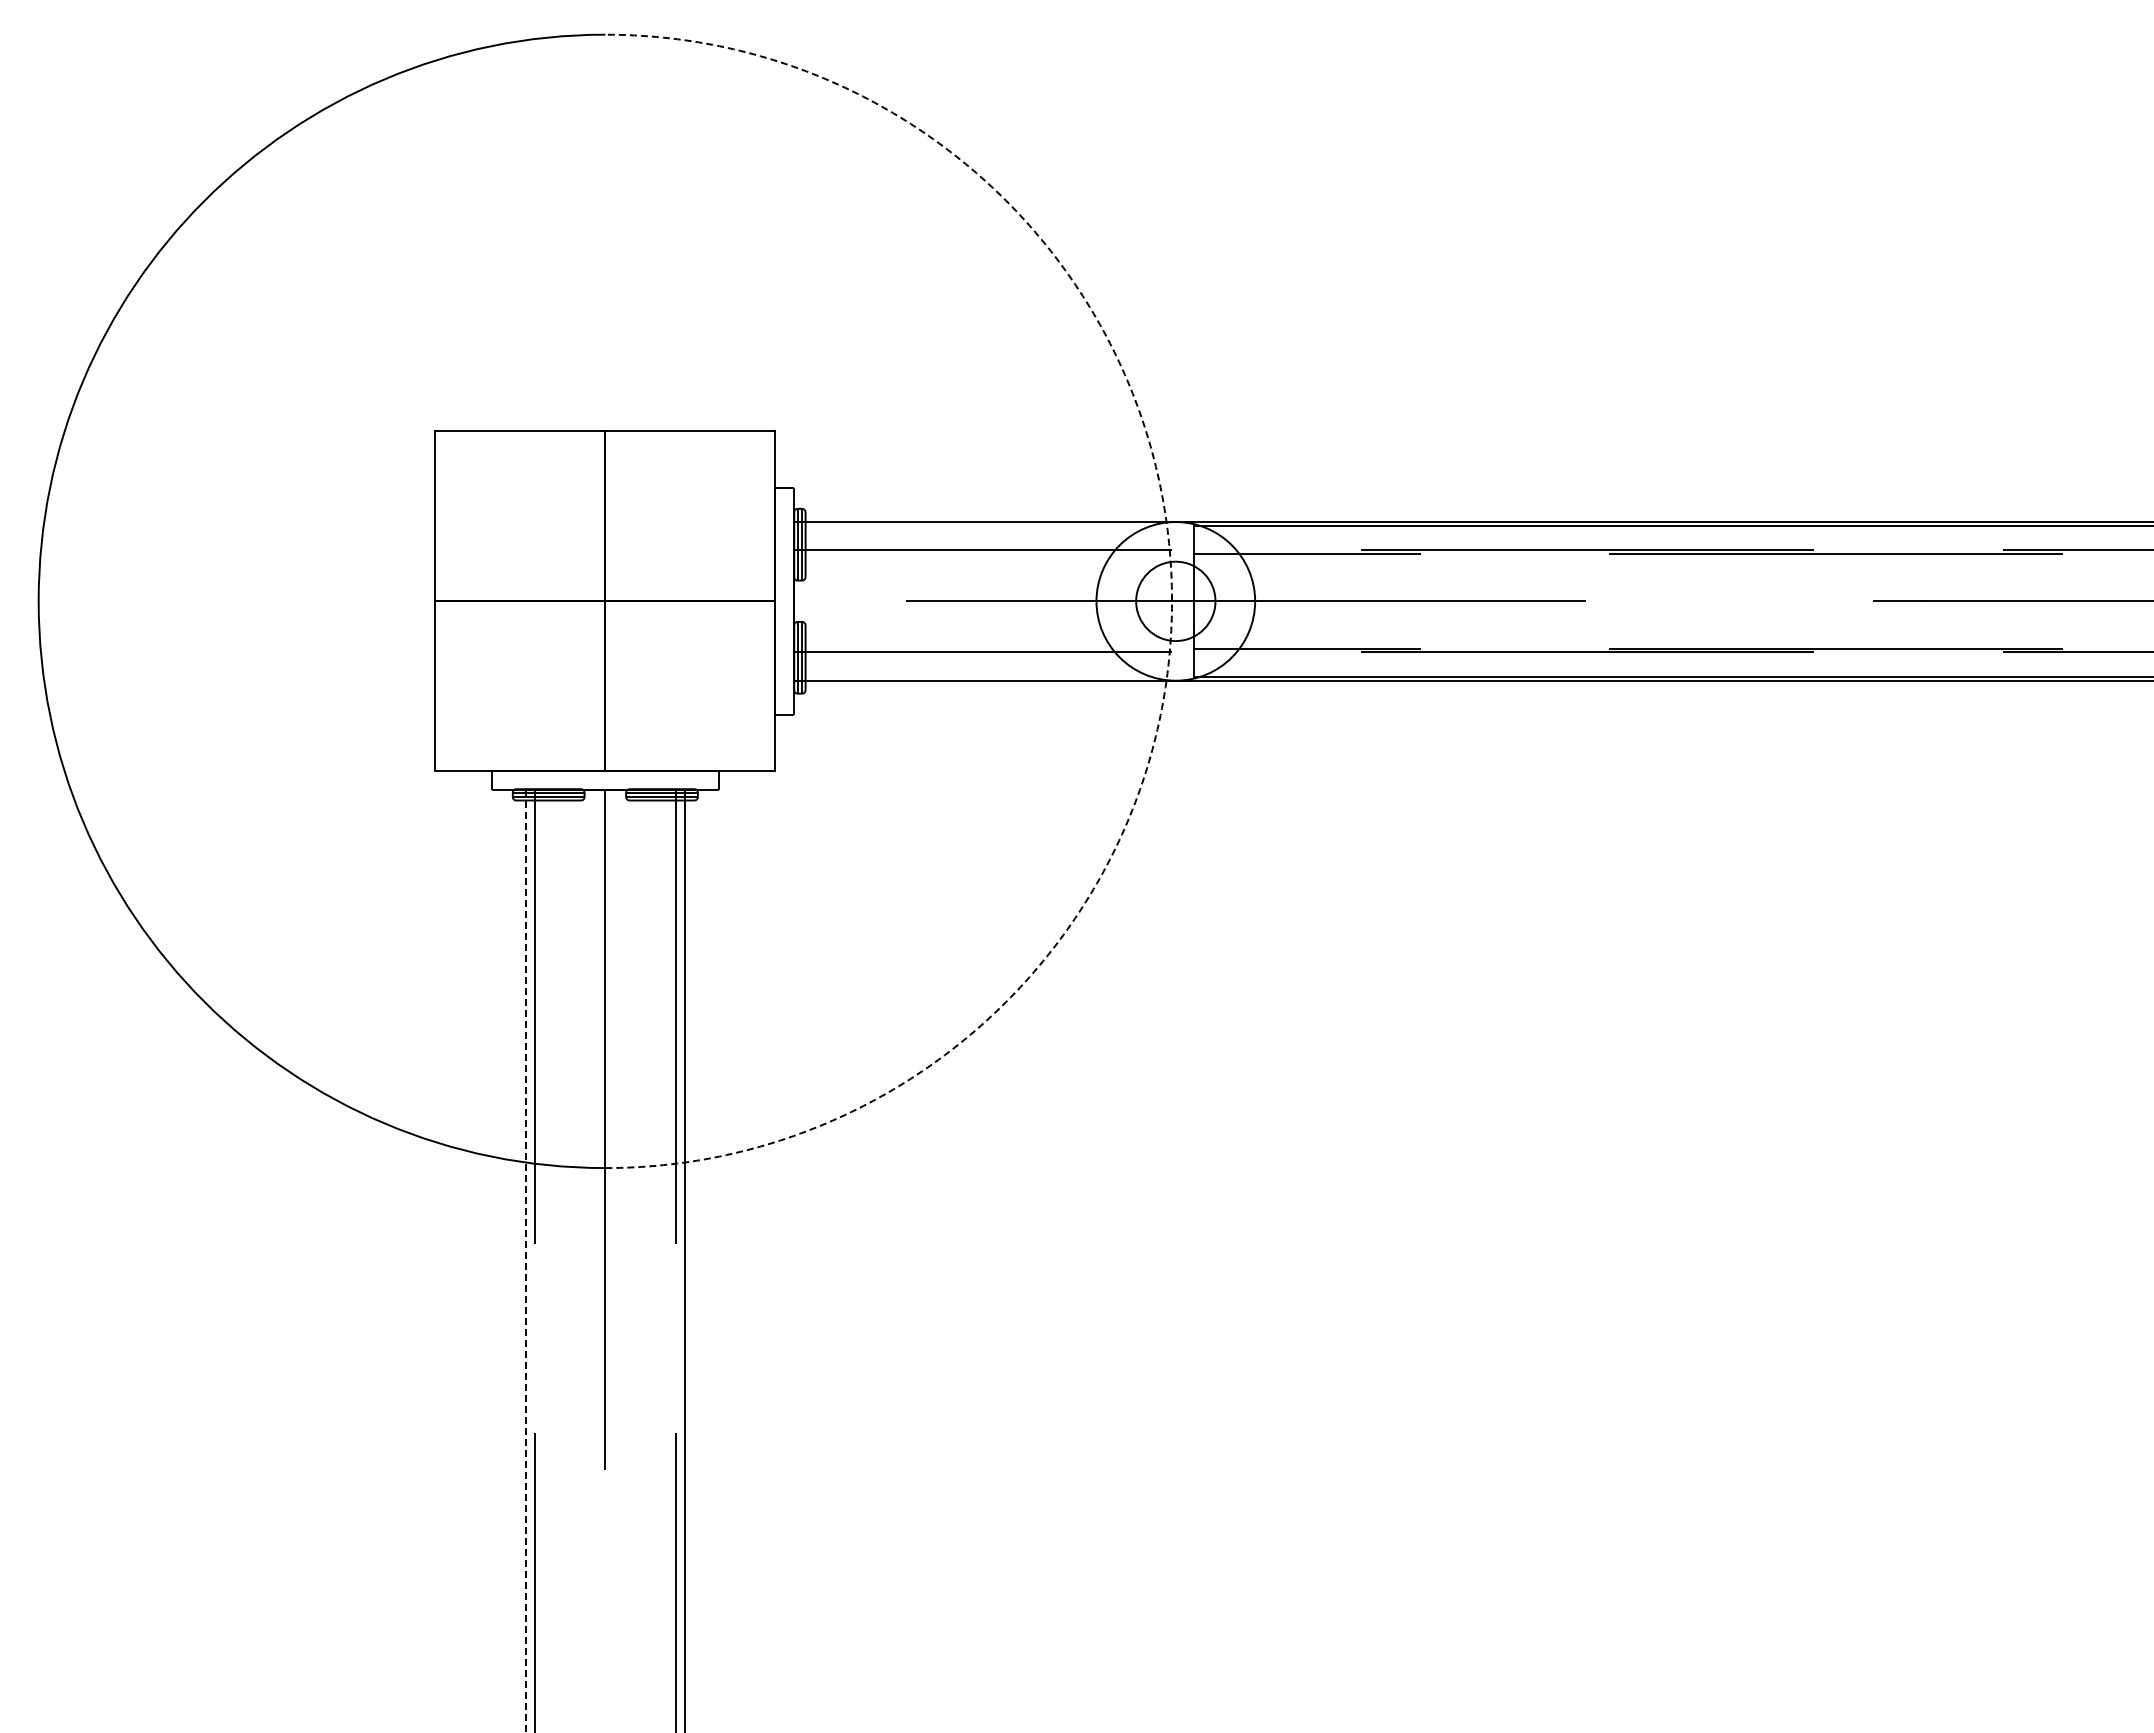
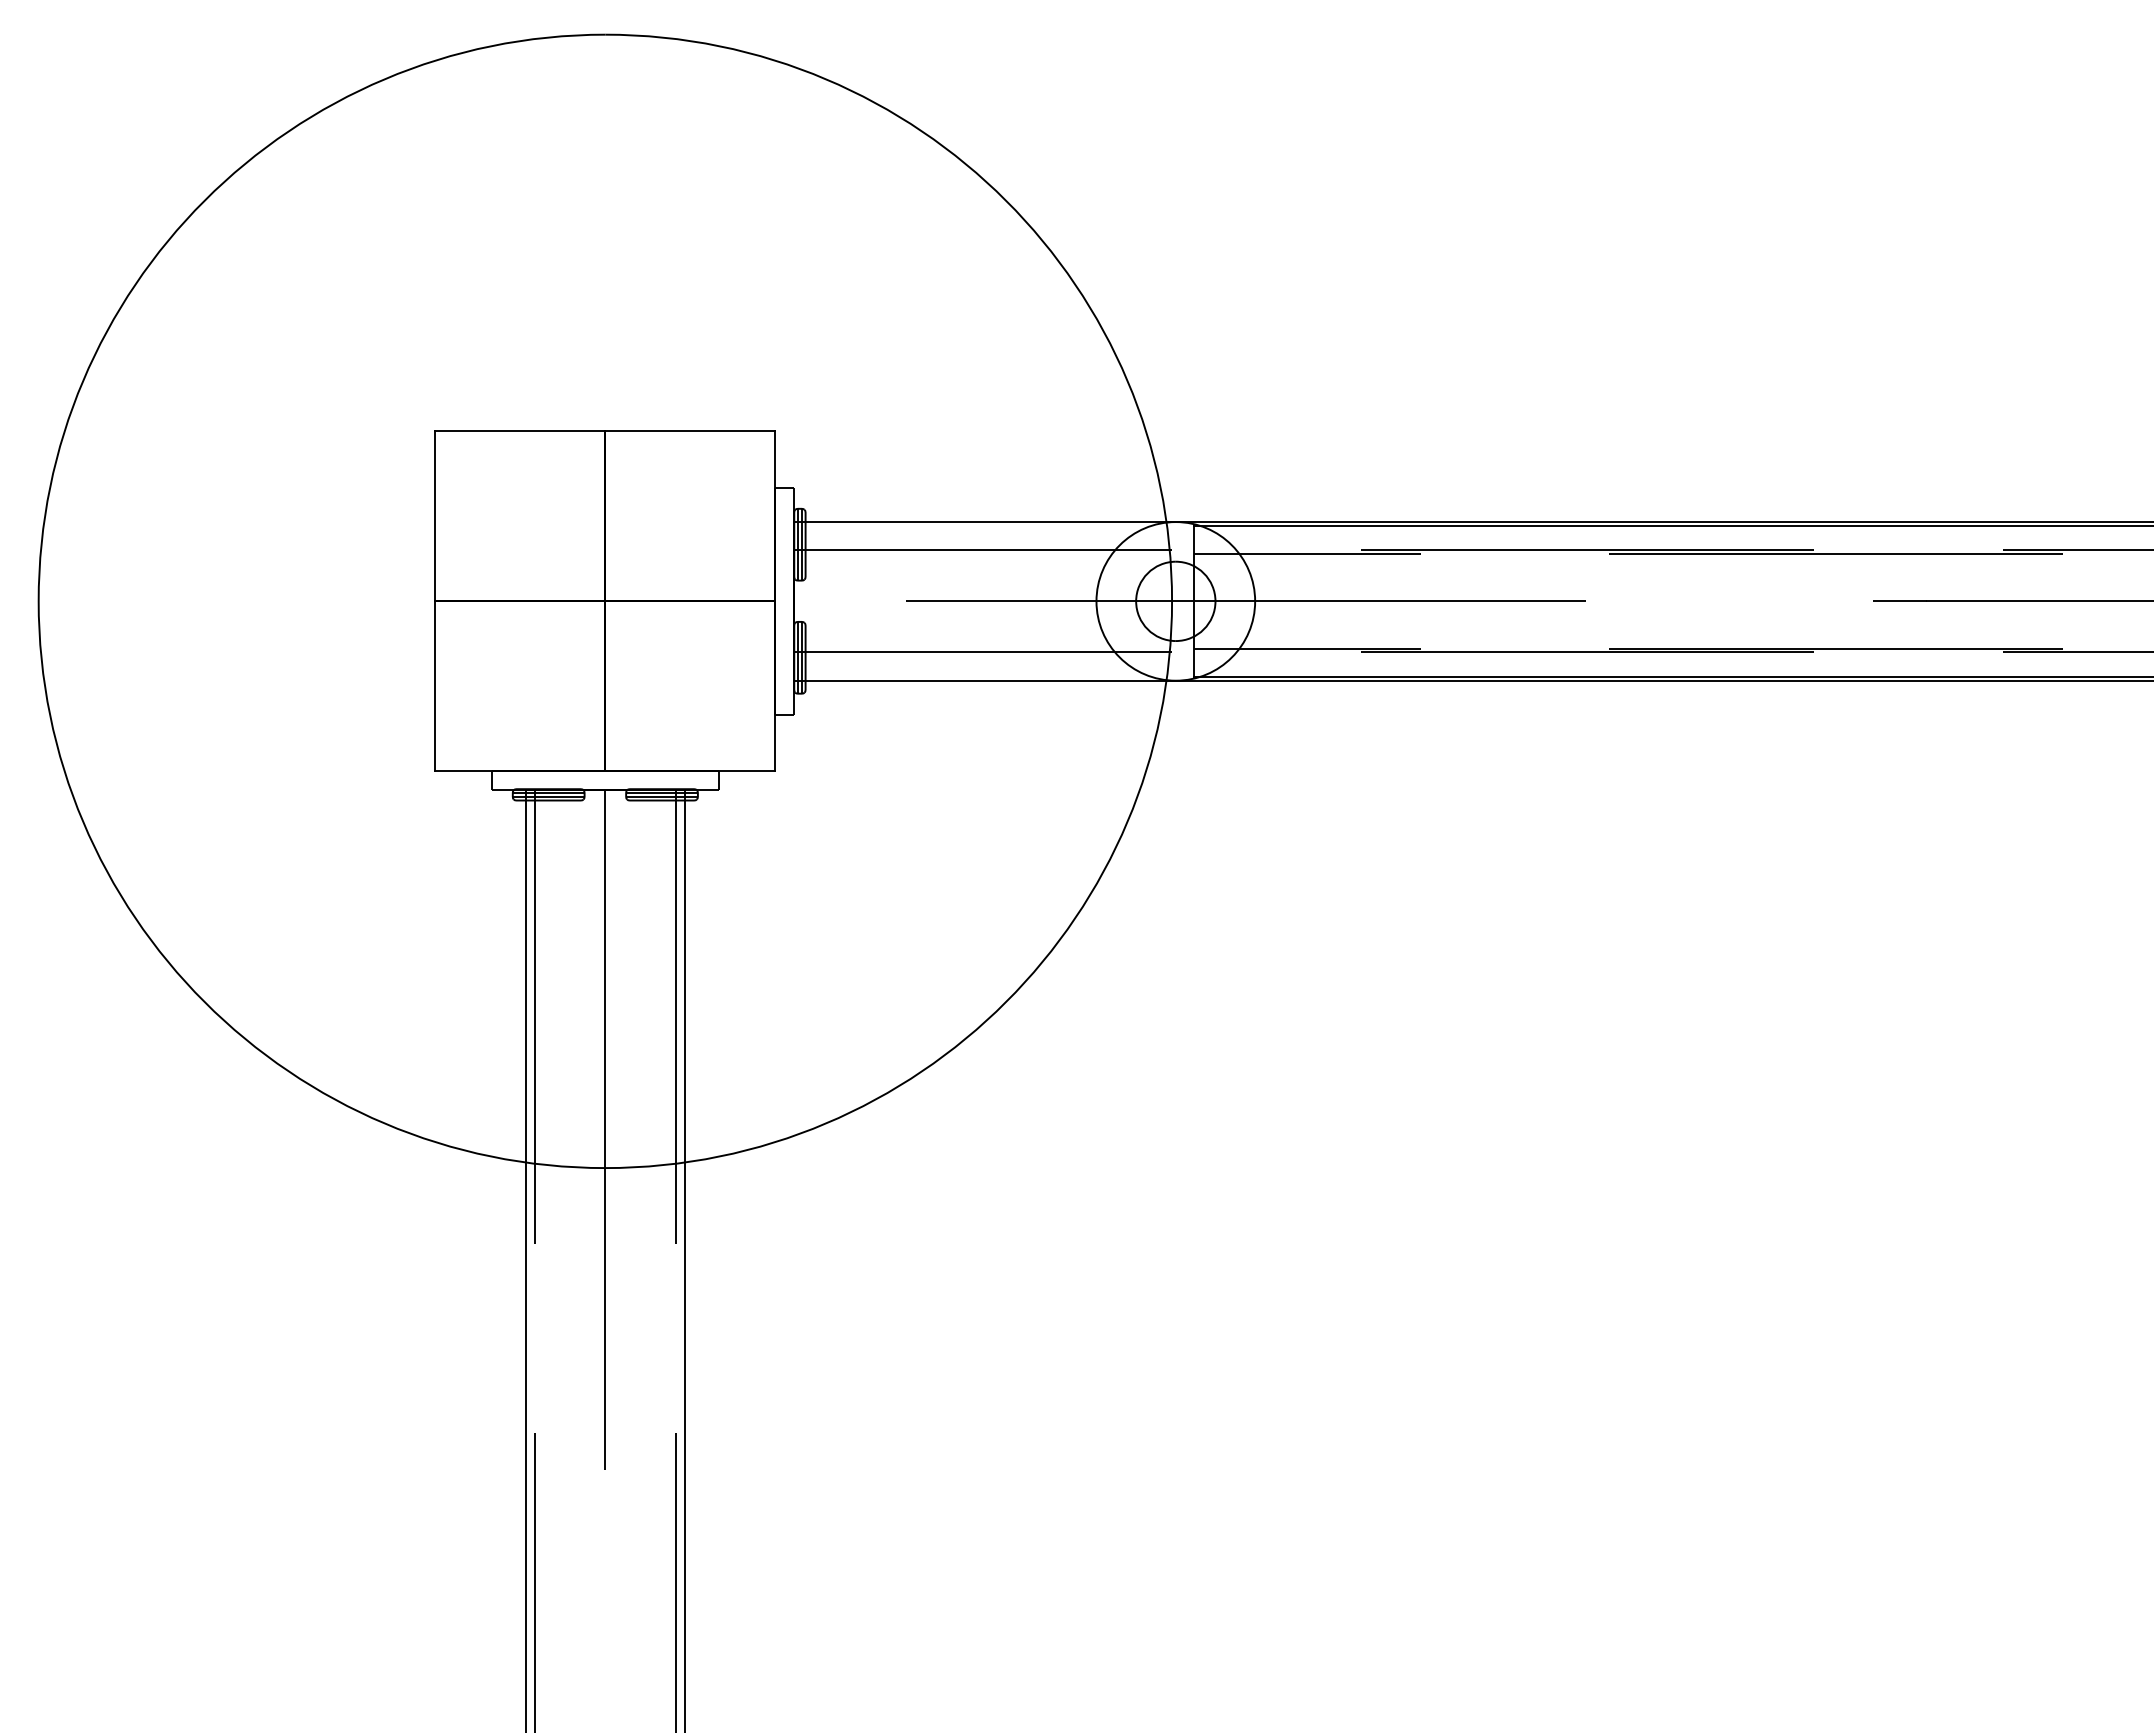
arc at (1172, 601): dashed -> solid
line at (526, 1261): dashed -> solid
